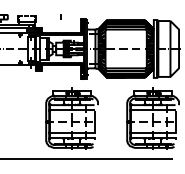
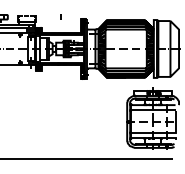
part at (71, 118): present -> none
